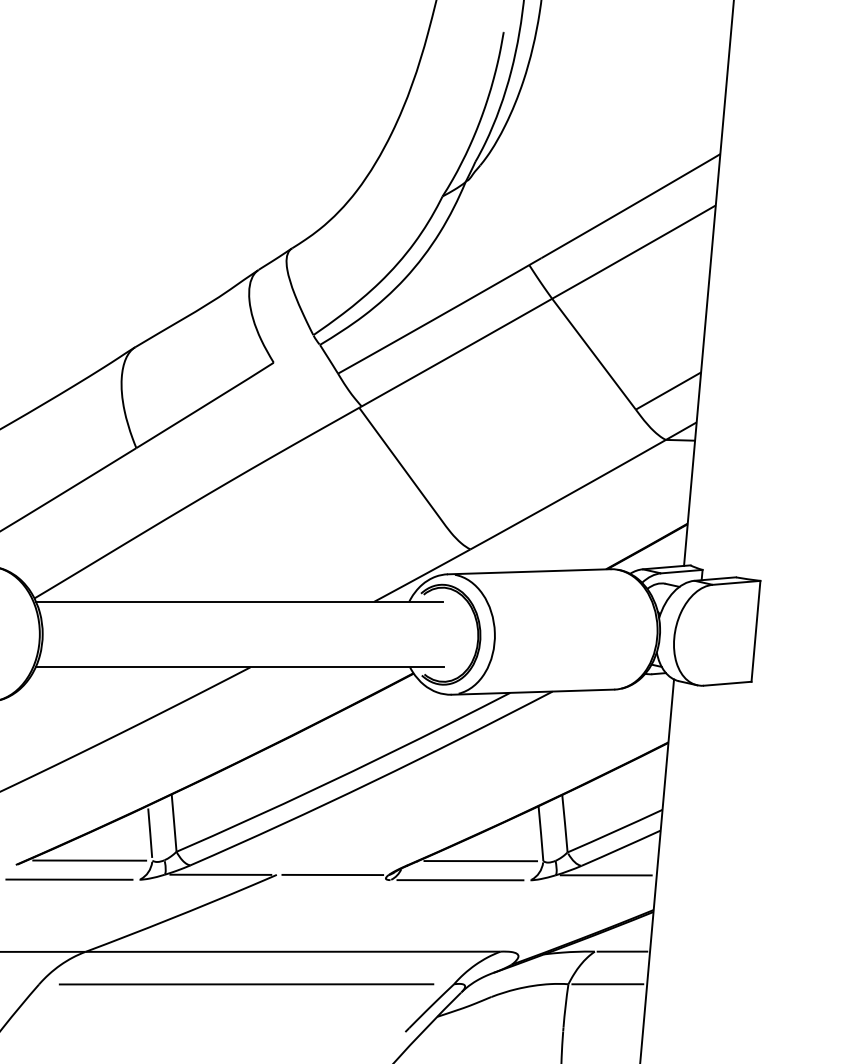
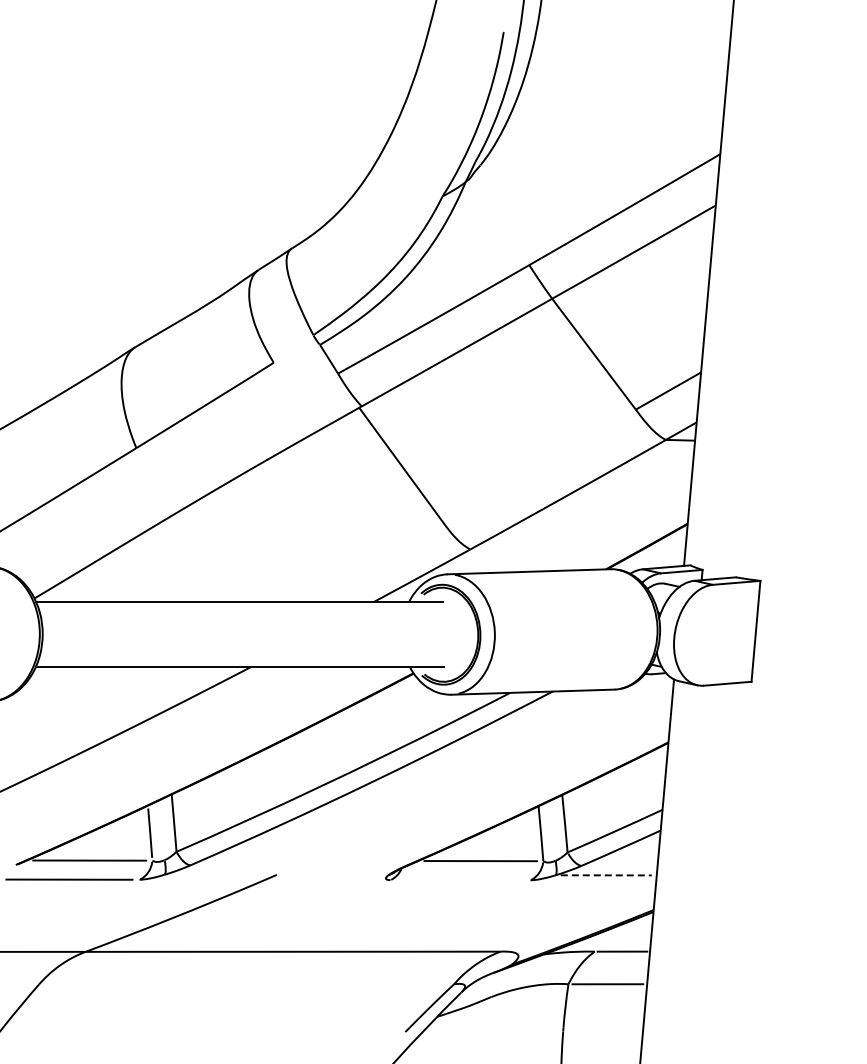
line at (220, 874): present -> none
line at (332, 874): present -> none
line at (606, 875): solid -> dashed
line at (460, 880): present -> none
line at (246, 984): present -> none
